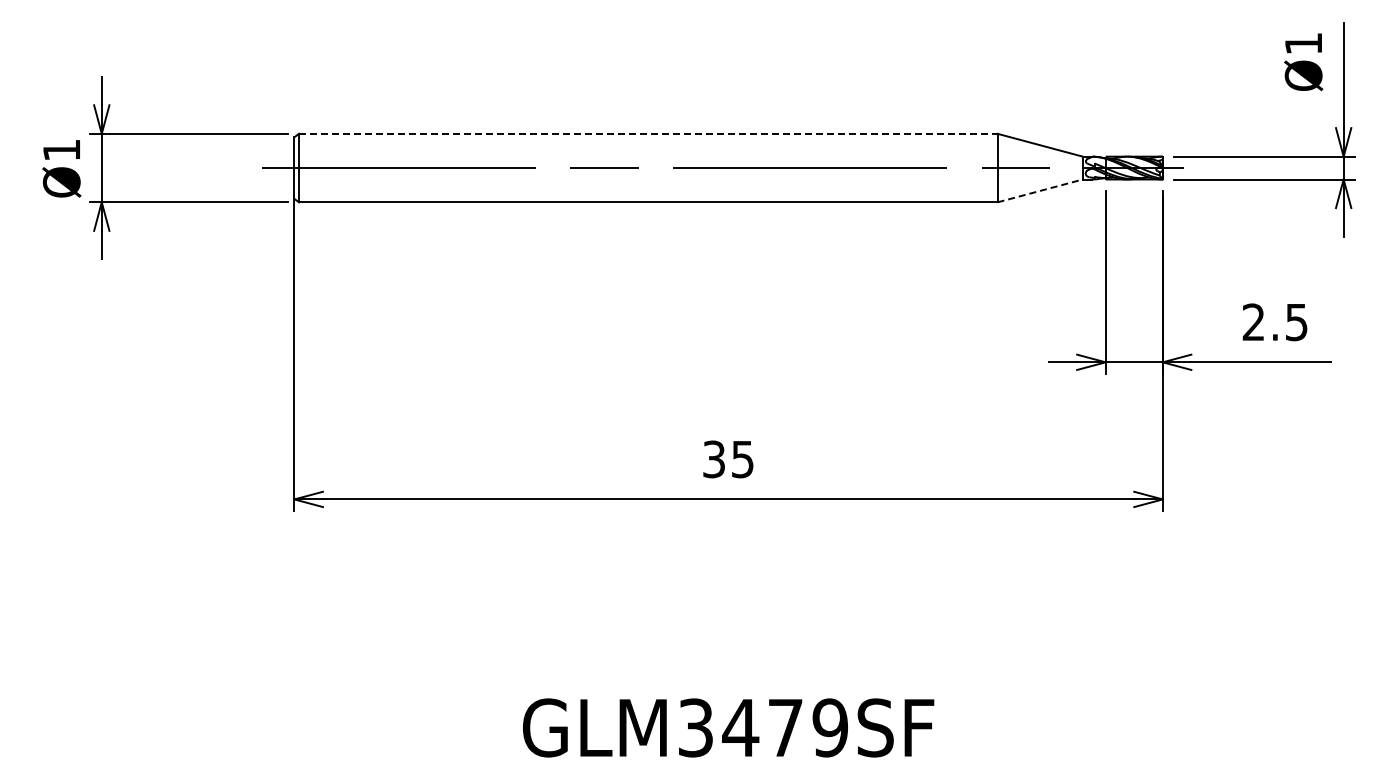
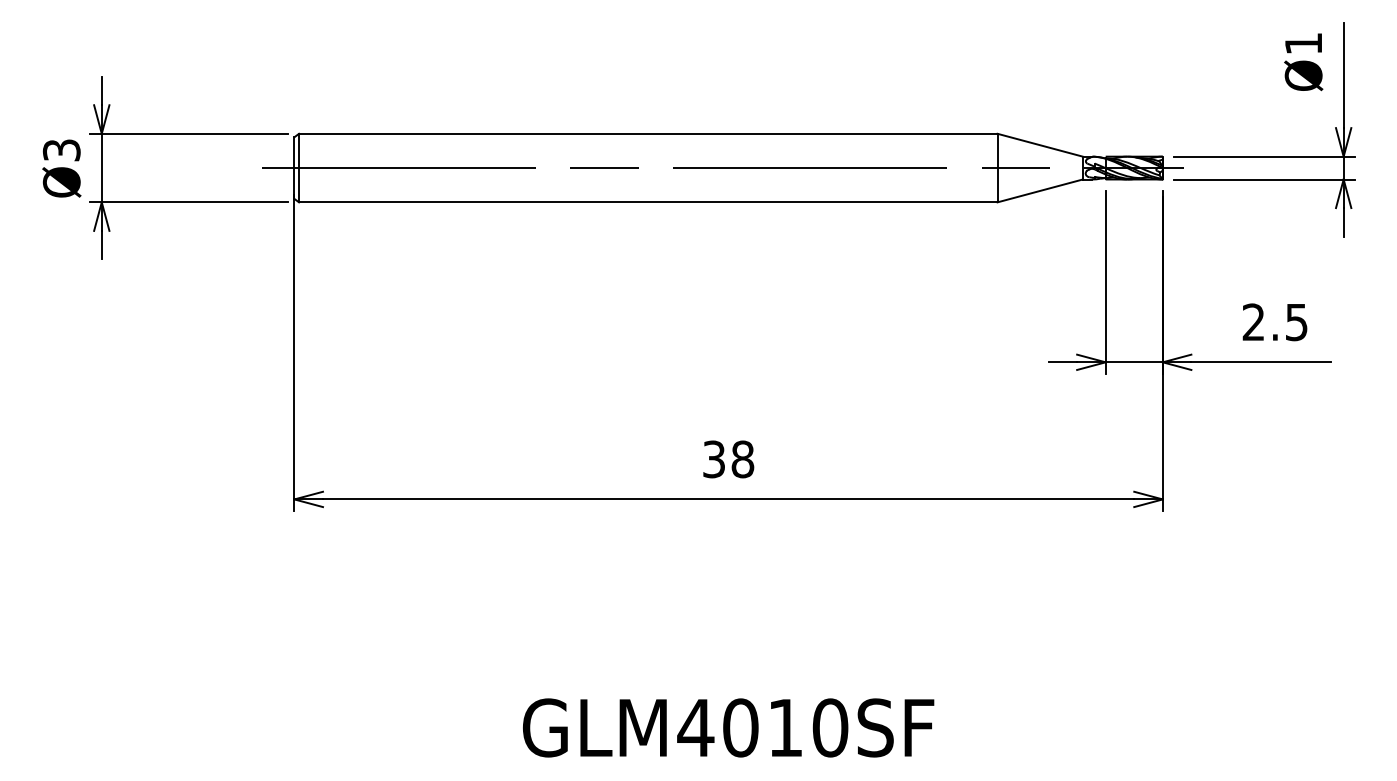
line at (648, 133): dashed -> solid
text at (61, 150): Ø1 -> Ø3
line at (1040, 190): dashed -> solid
text at (742, 459): 35 -> 38
text at (762, 727): GLM3479SF -> GLM4010SF
